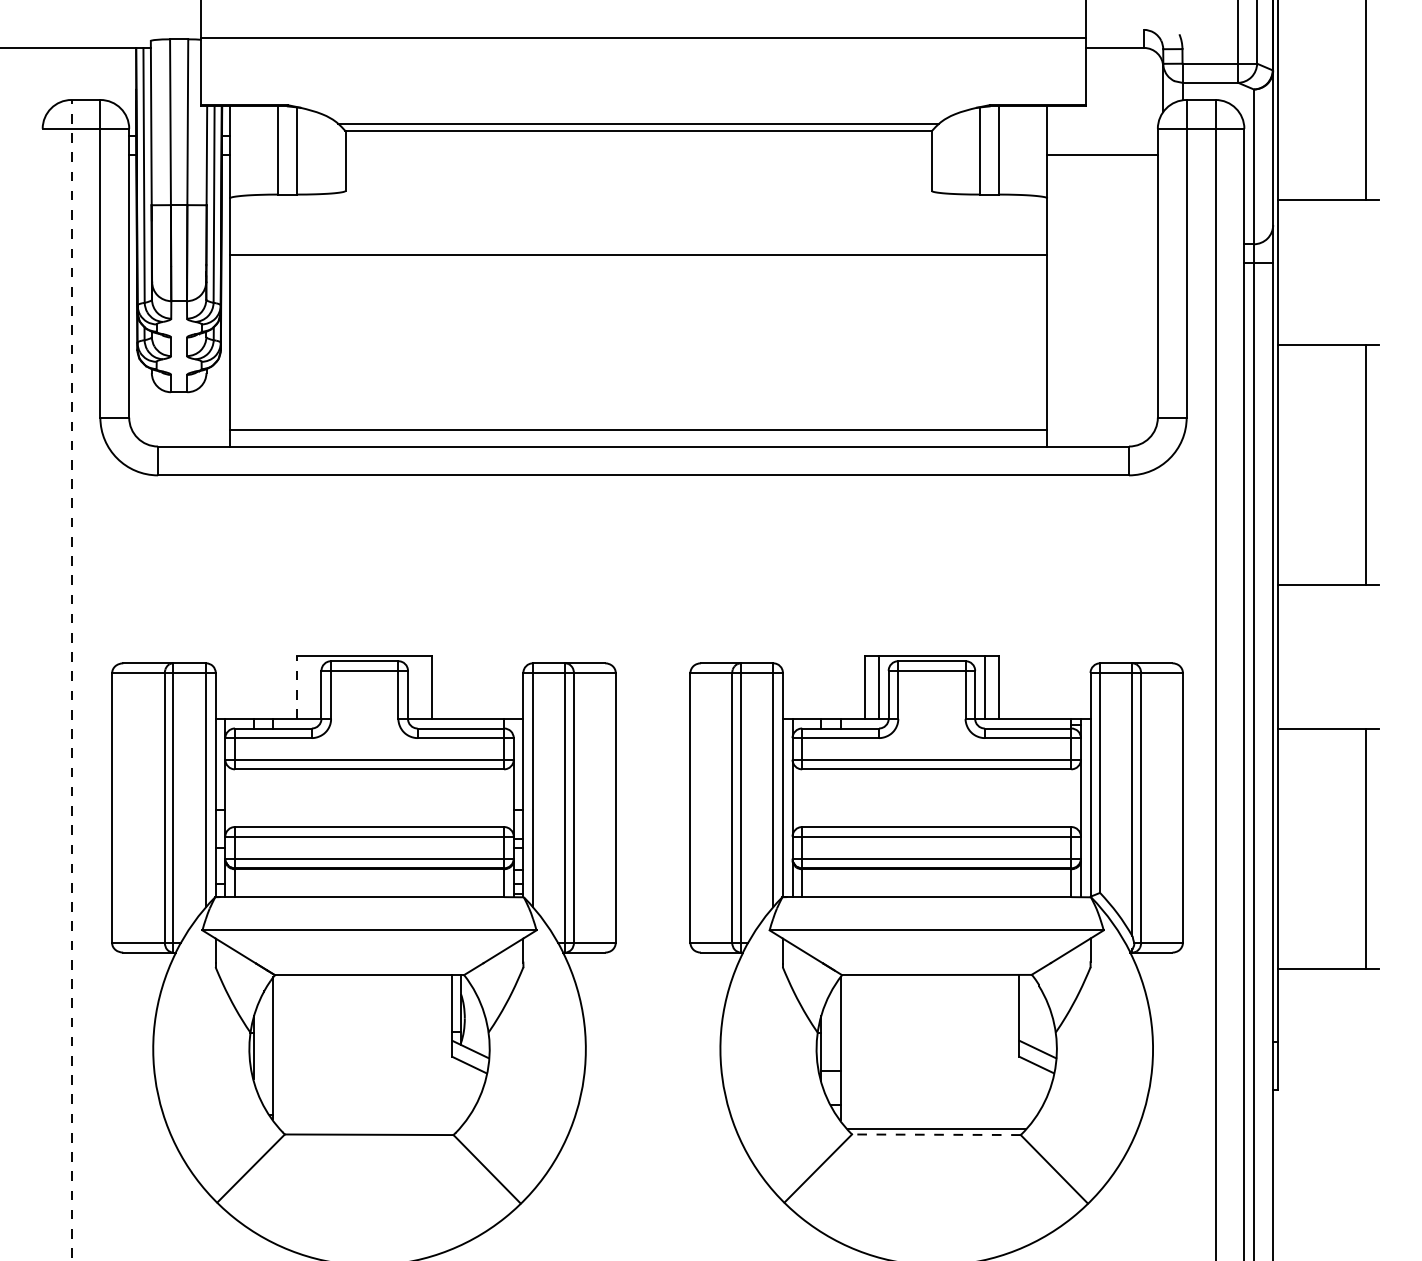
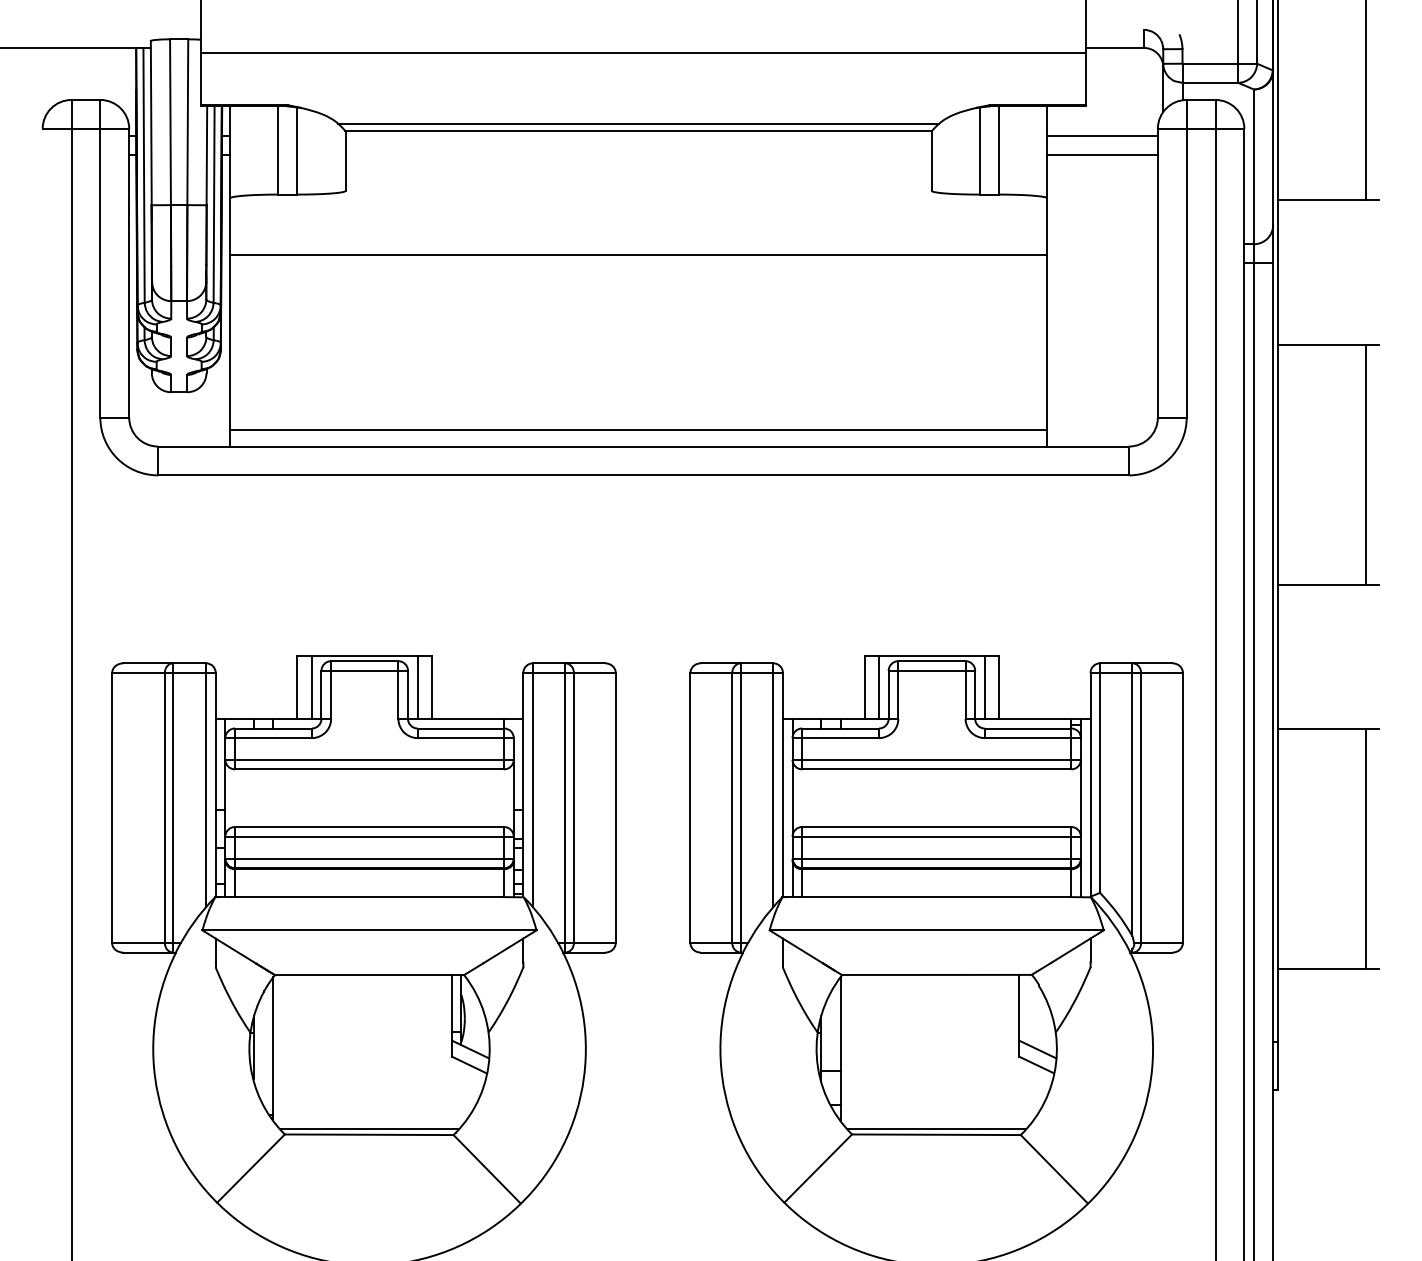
line at (643, 38) position: (643, 38) -> (643, 53)
line at (1102, 135): none -> present
line at (71, 680): dashed -> solid
line at (297, 687): dashed -> solid
line at (311, 687): none -> present
line at (417, 687): none -> present
line at (369, 1129): none -> present
line at (935, 1134): dashed -> solid
